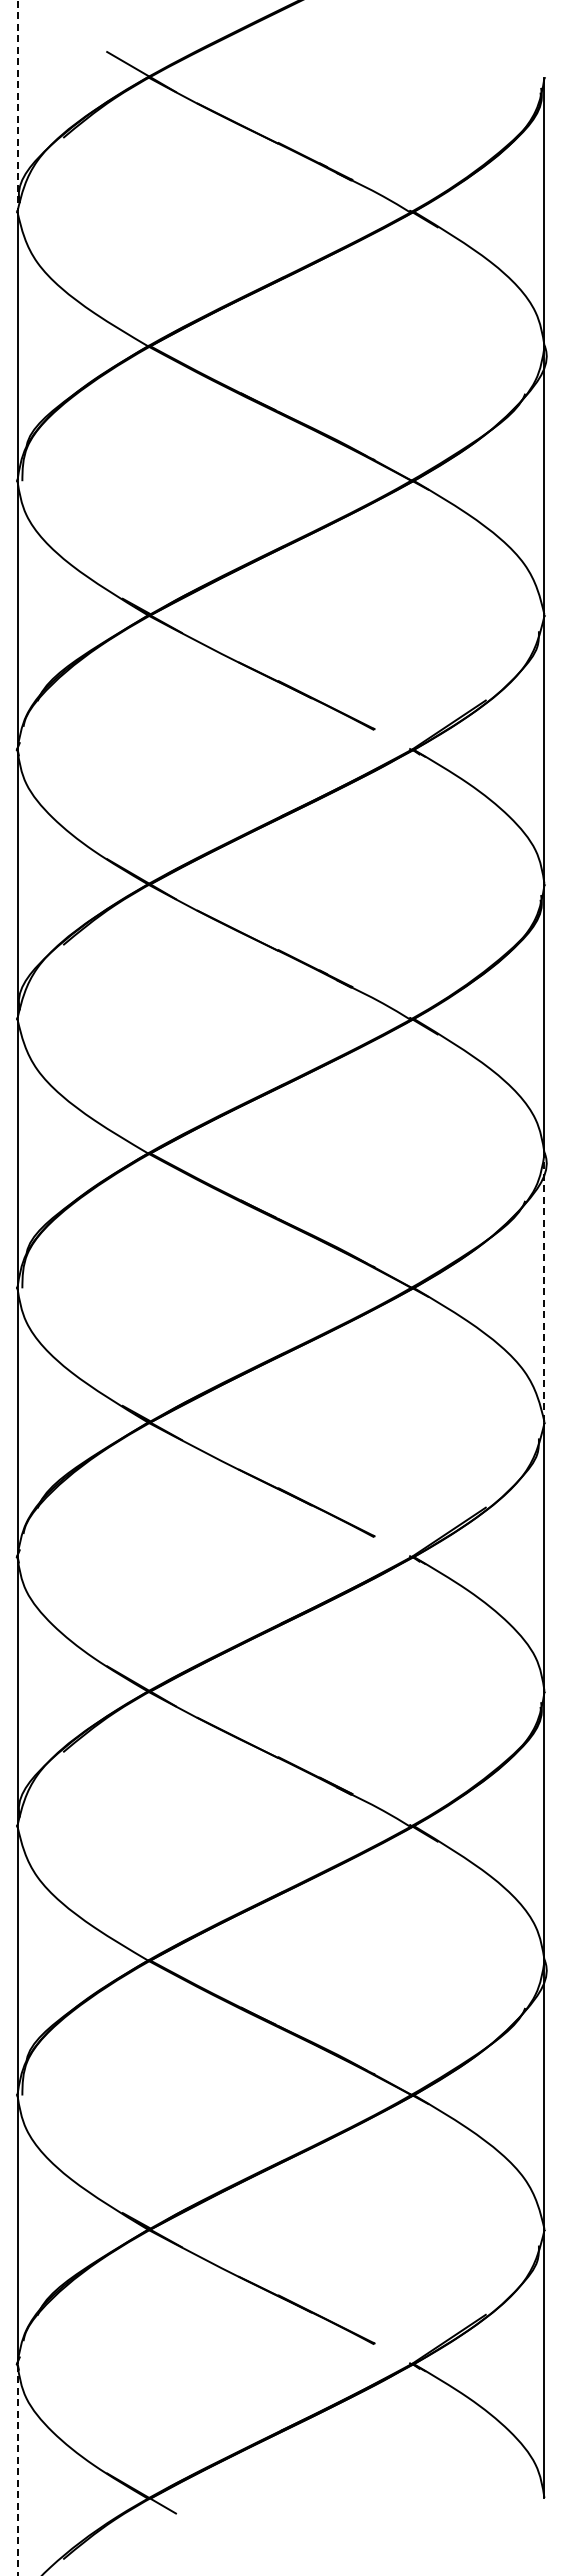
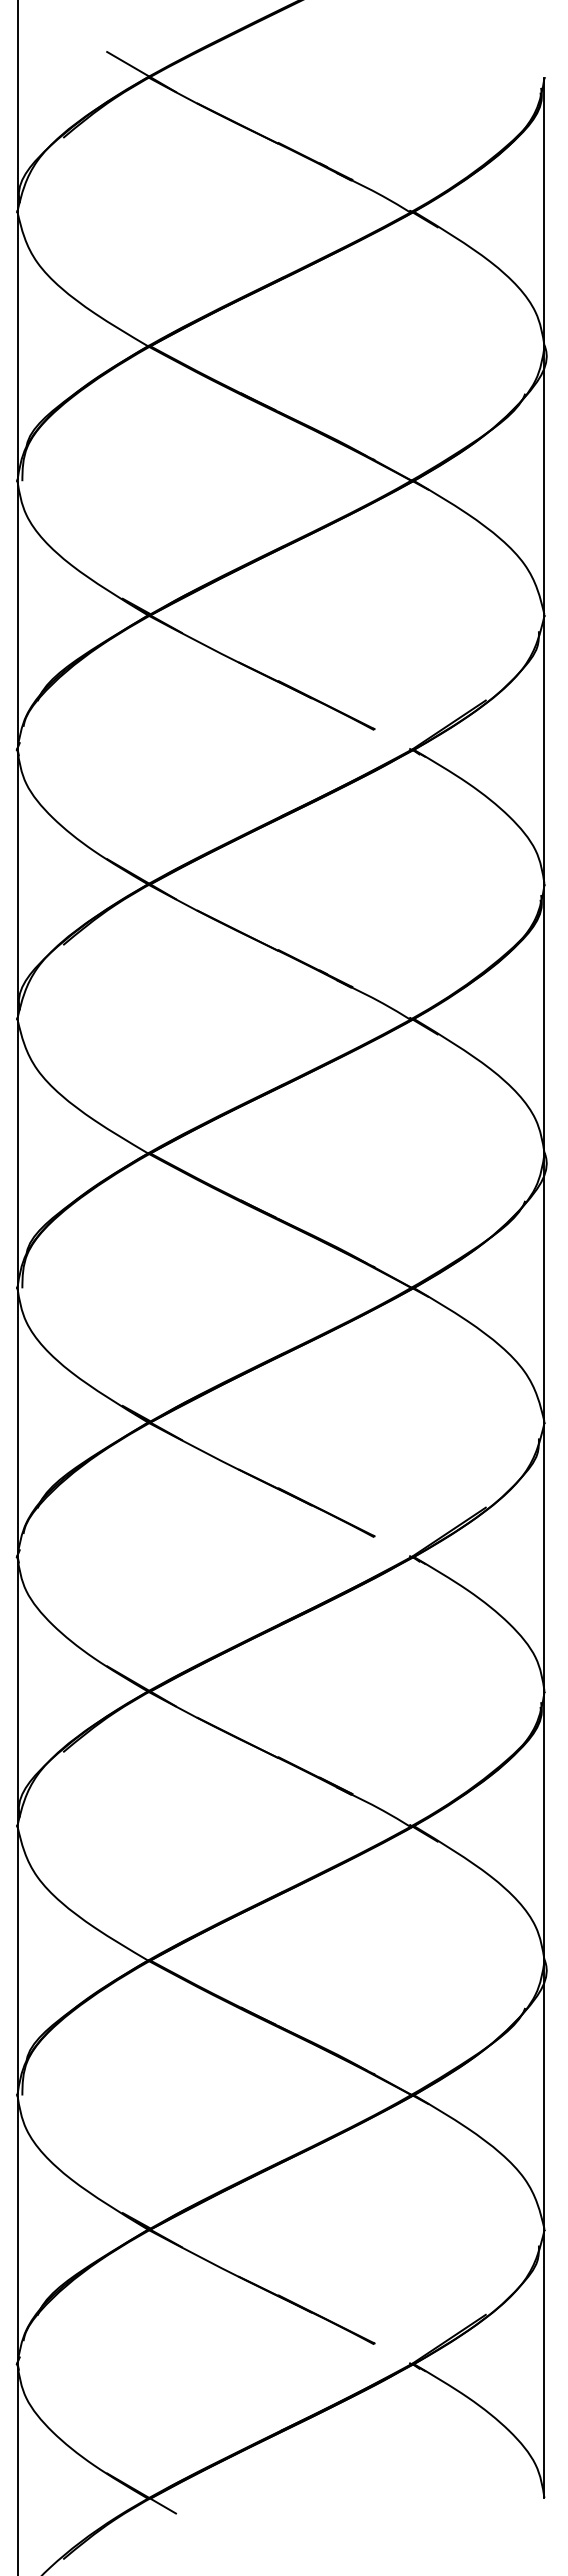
line at (17, 106): dashed -> solid
line at (544, 1287): dashed -> solid
line at (17, 2470): dashed -> solid
